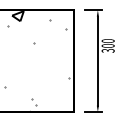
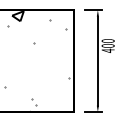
text at (107, 50): 300 -> 400
